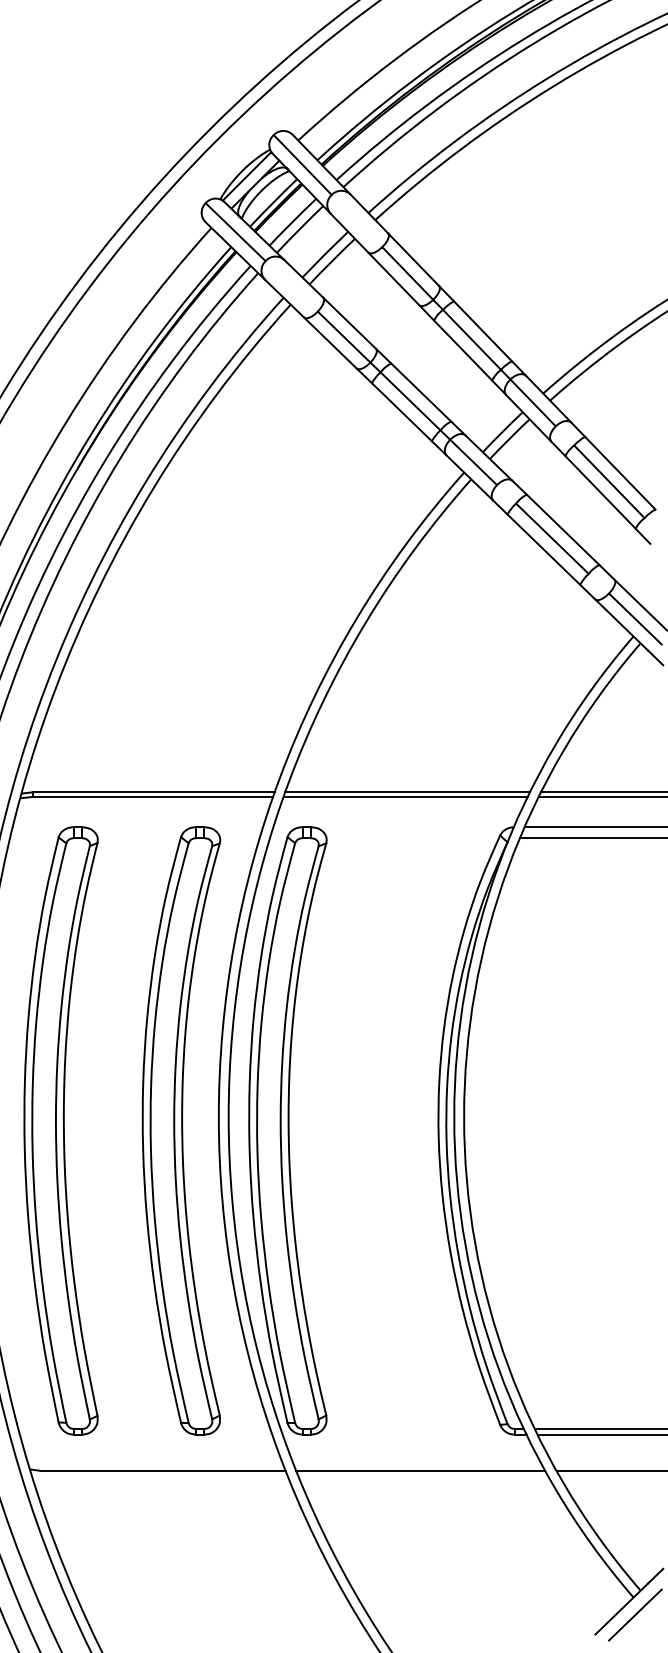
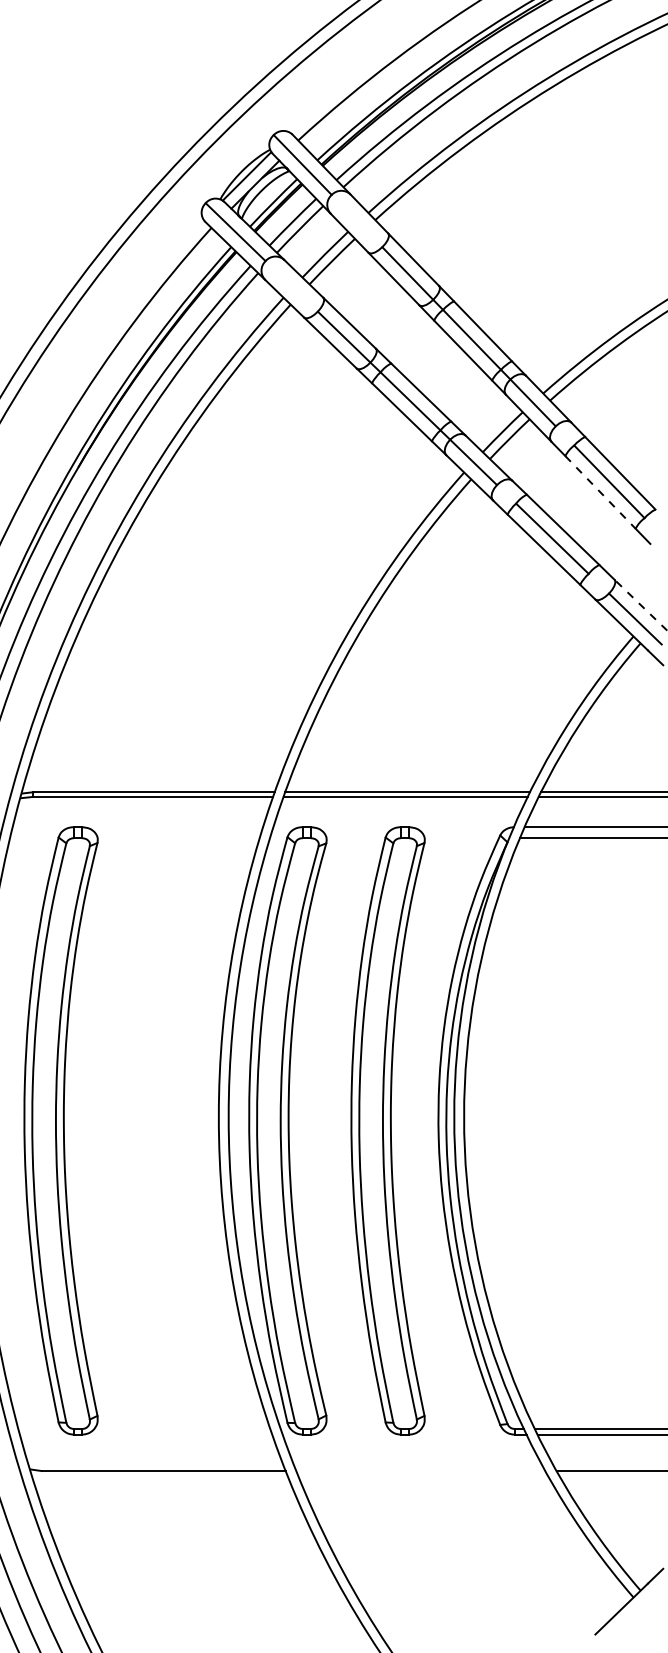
line at (600, 492): solid -> dashed
line at (640, 605): solid -> dashed
part at (181, 1130): present -> none
part at (387, 1130): none -> present
line at (420, 1471): present -> none
line at (635, 1614): present -> none
